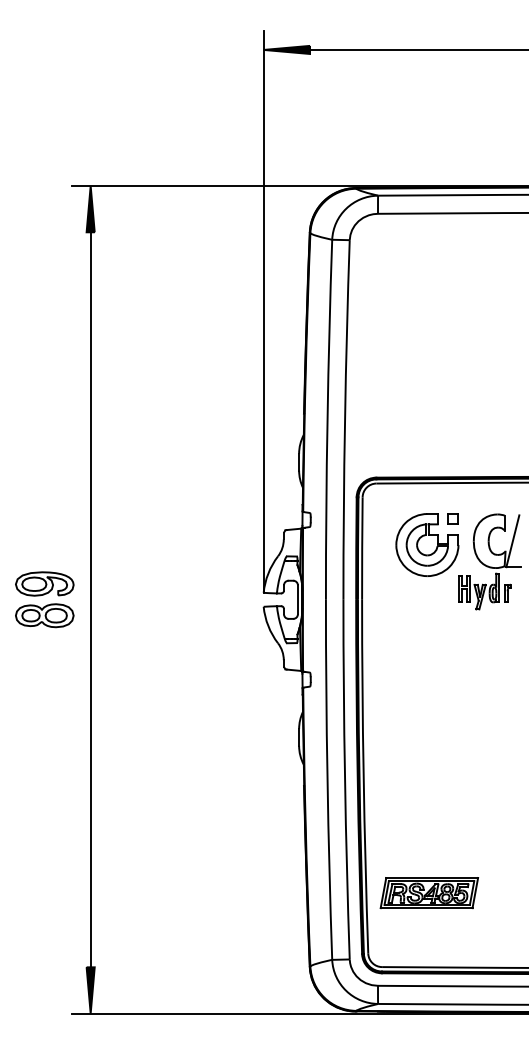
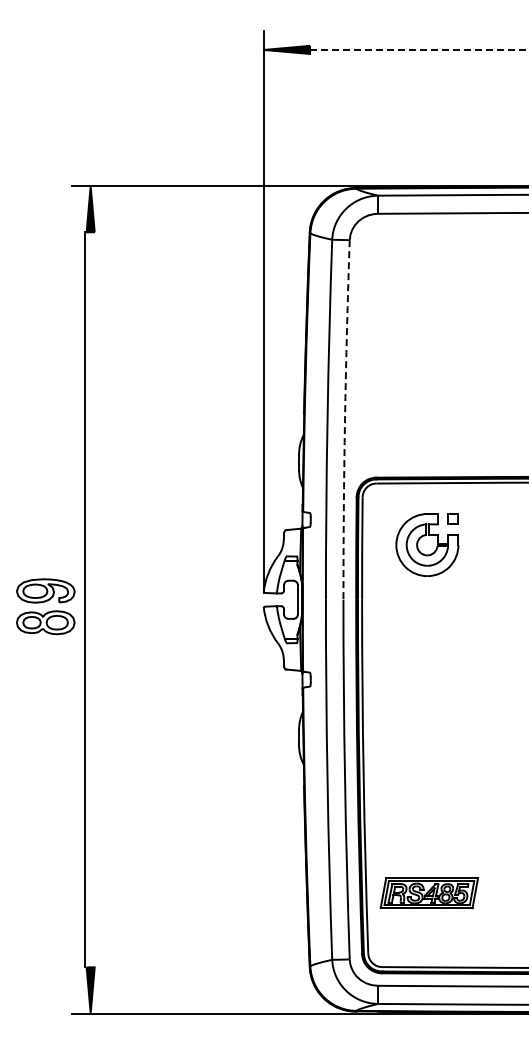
line at (419, 49): solid -> dashed
arc at (345, 419): solid -> dashed
part at (489, 561): present -> none
part at (44, 599) position: (44, 599) -> (45, 606)
line at (90, 599) position: (90, 599) -> (84, 599)
